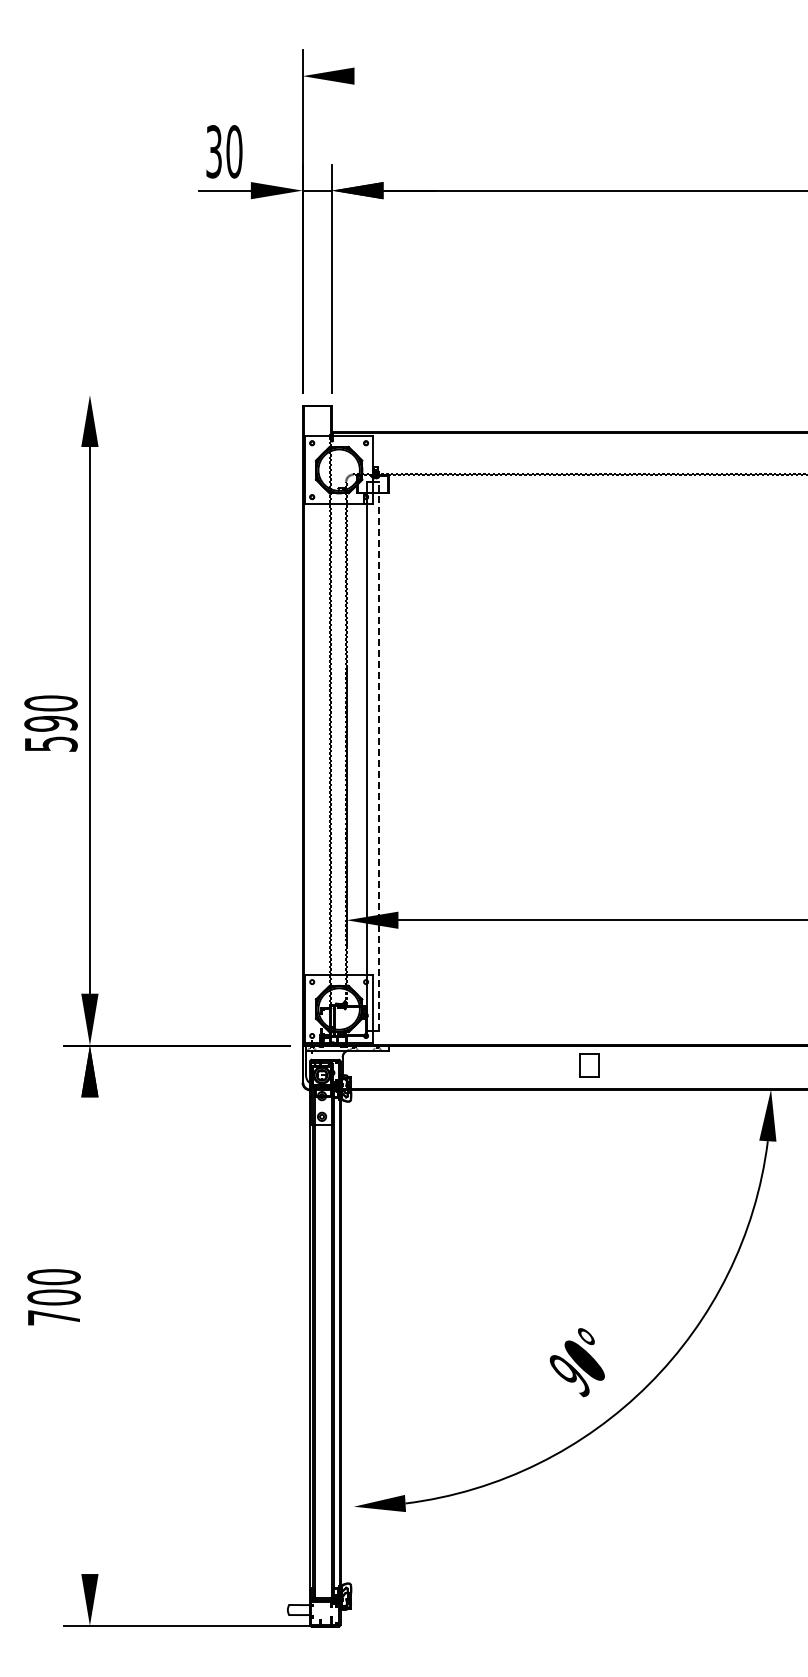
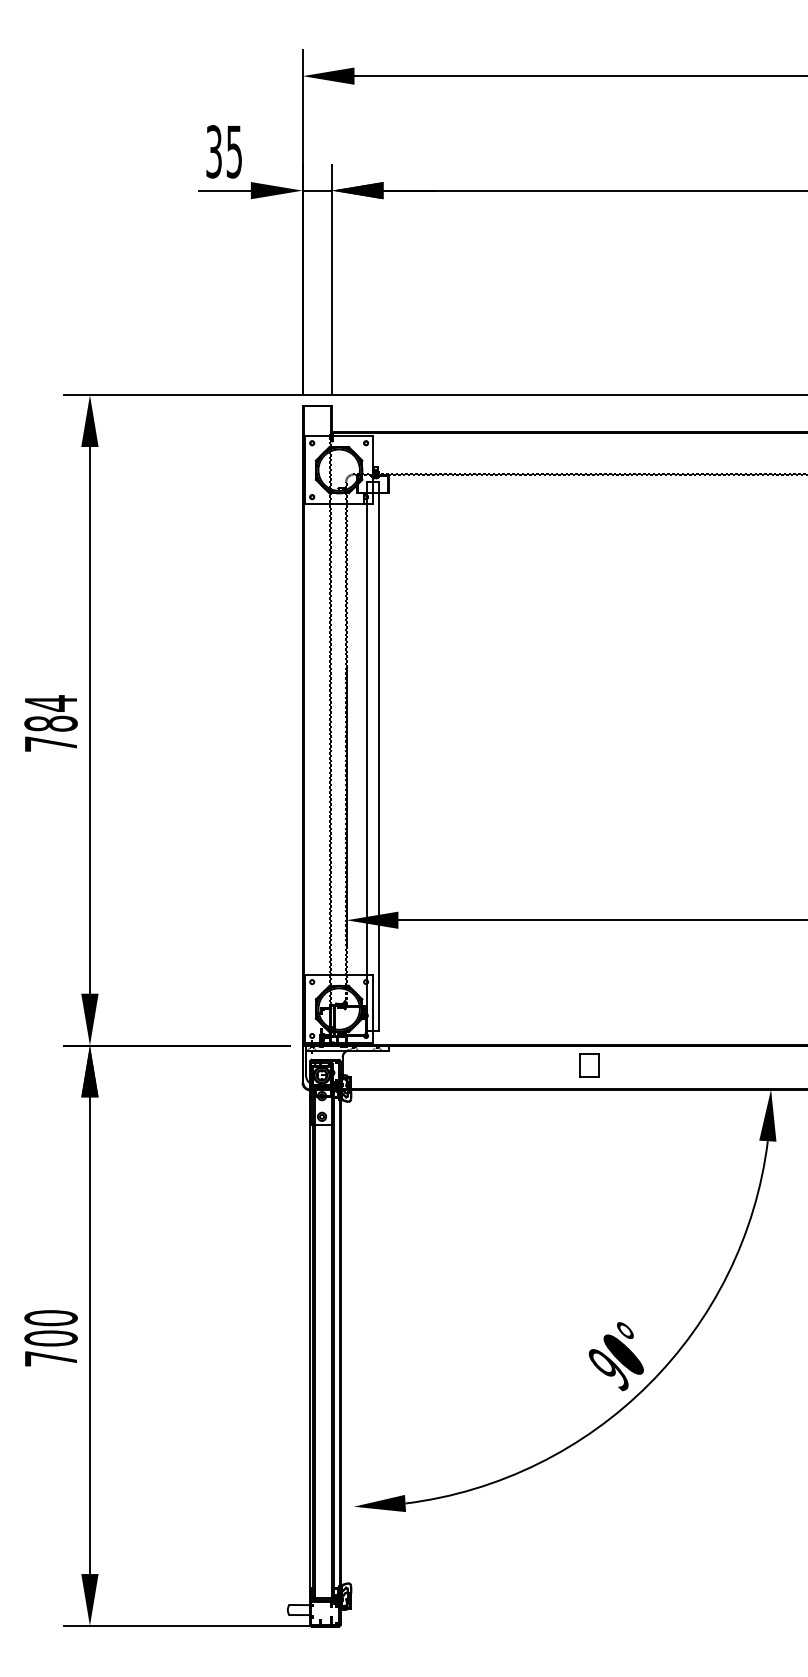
line at (579, 76): none -> present
text at (234, 151): 30 -> 35
line at (434, 395): none -> present
text at (50, 723): 590 -> 784
line at (378, 756): dashed -> solid
text at (53, 1297) position: (53, 1297) -> (50, 1338)
line at (89, 1335): none -> present
text at (576, 1362) position: (576, 1362) -> (615, 1356)
